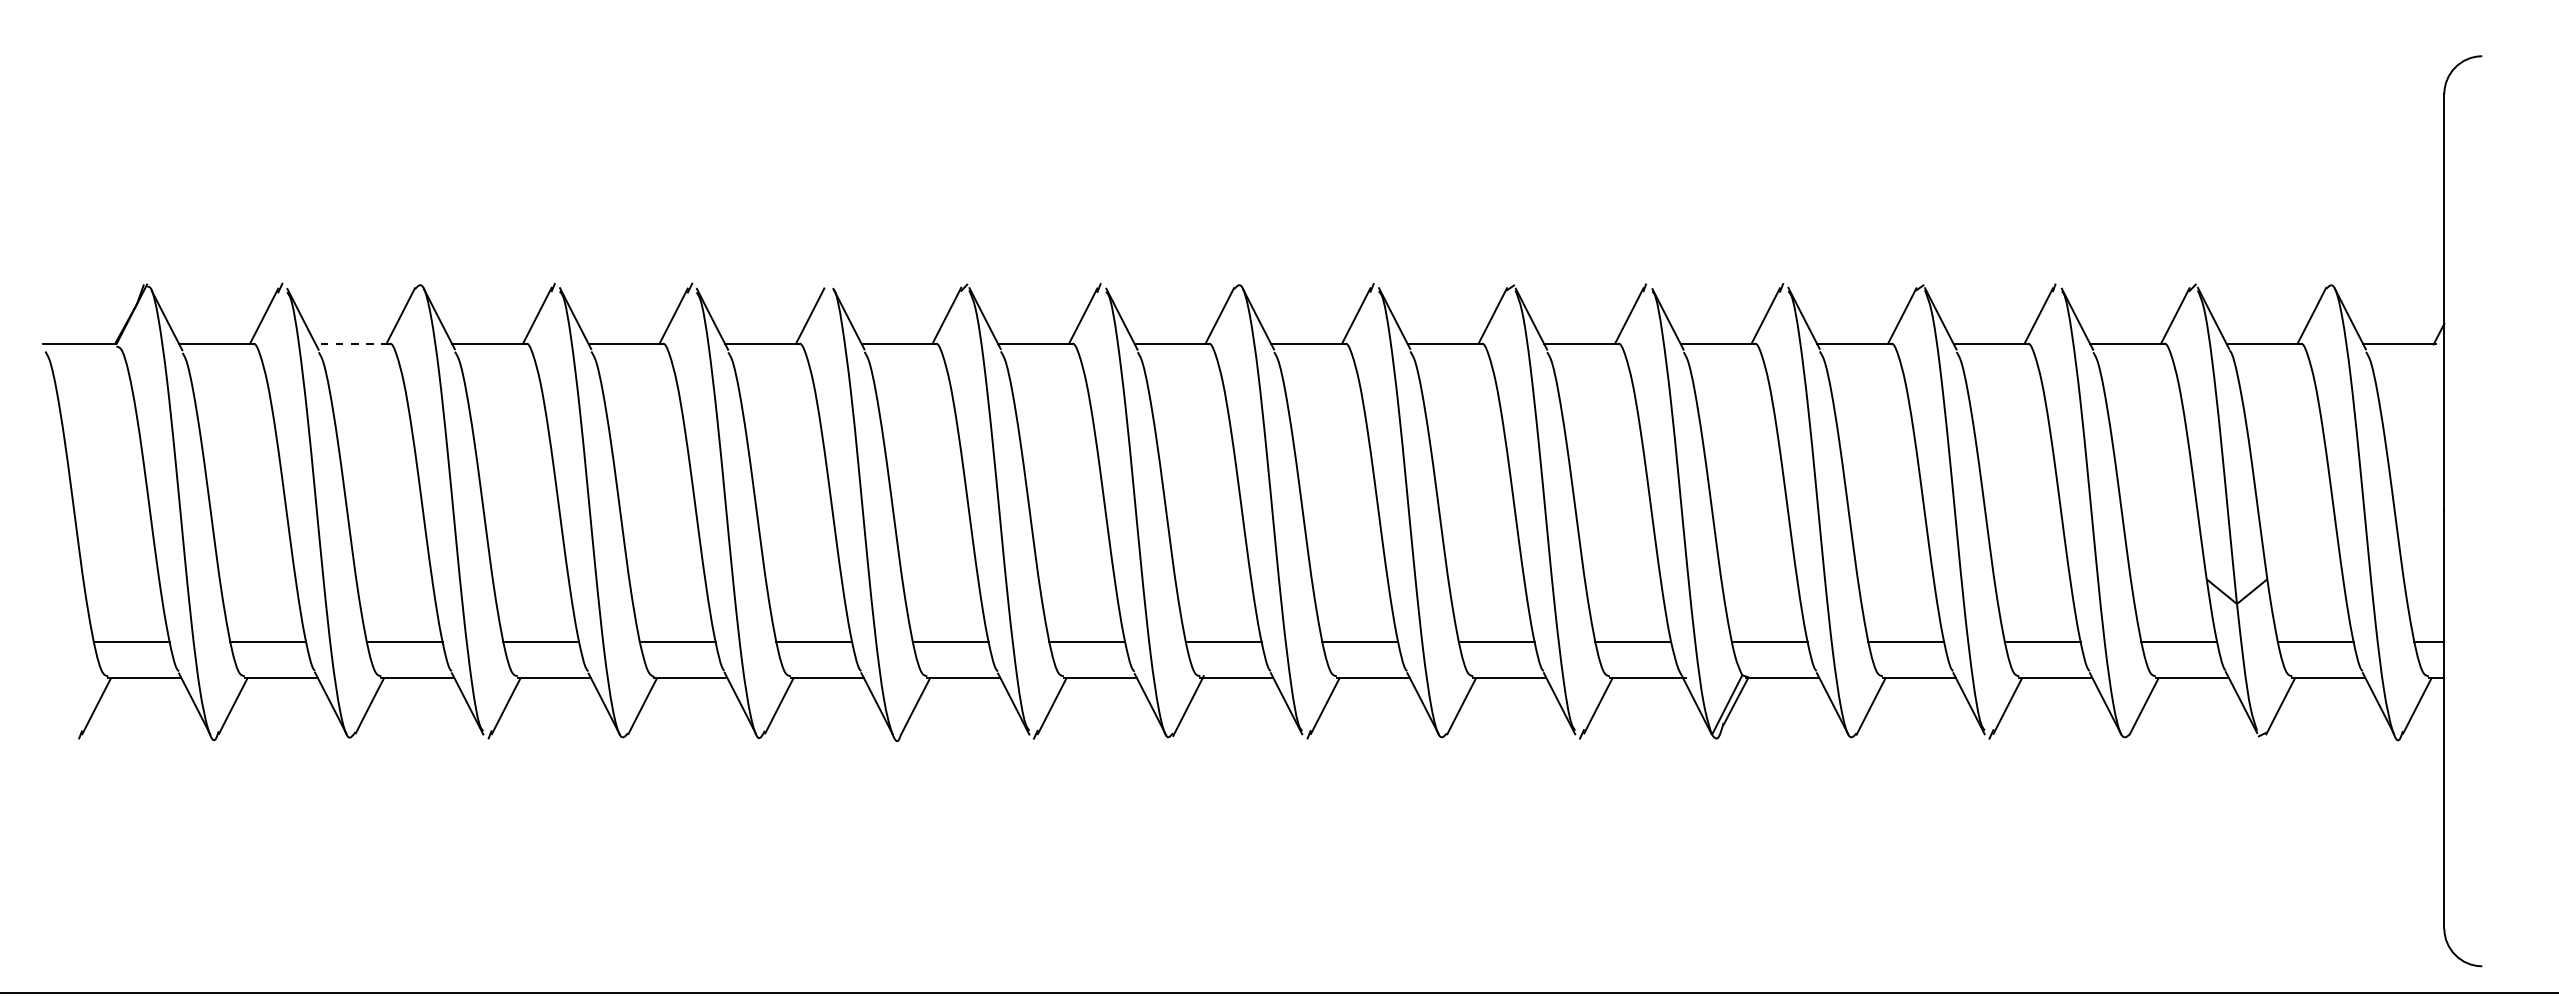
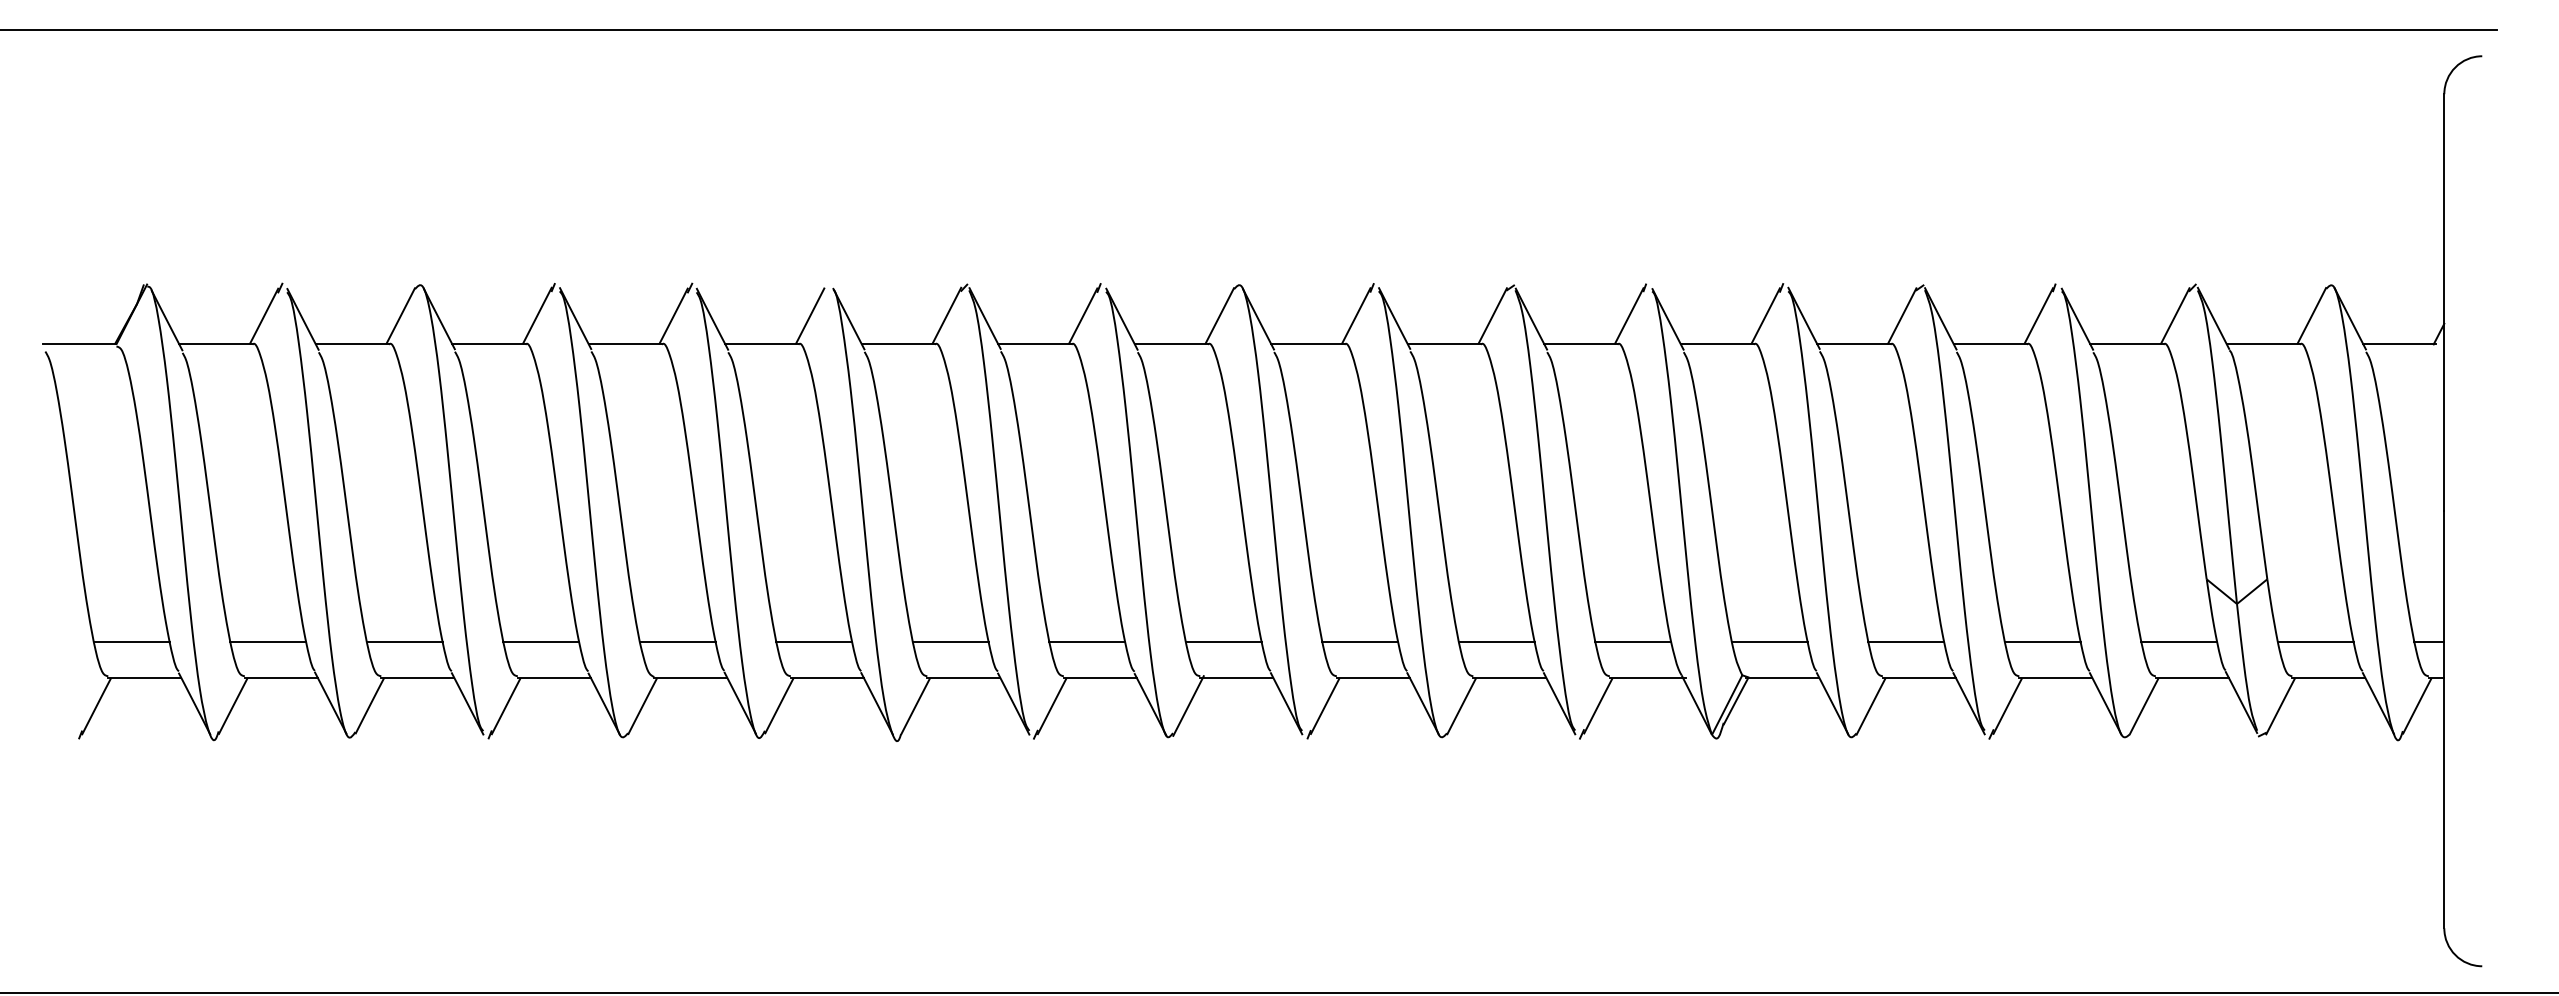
line at (1249, 29): none -> present
line at (352, 344): dashed -> solid
